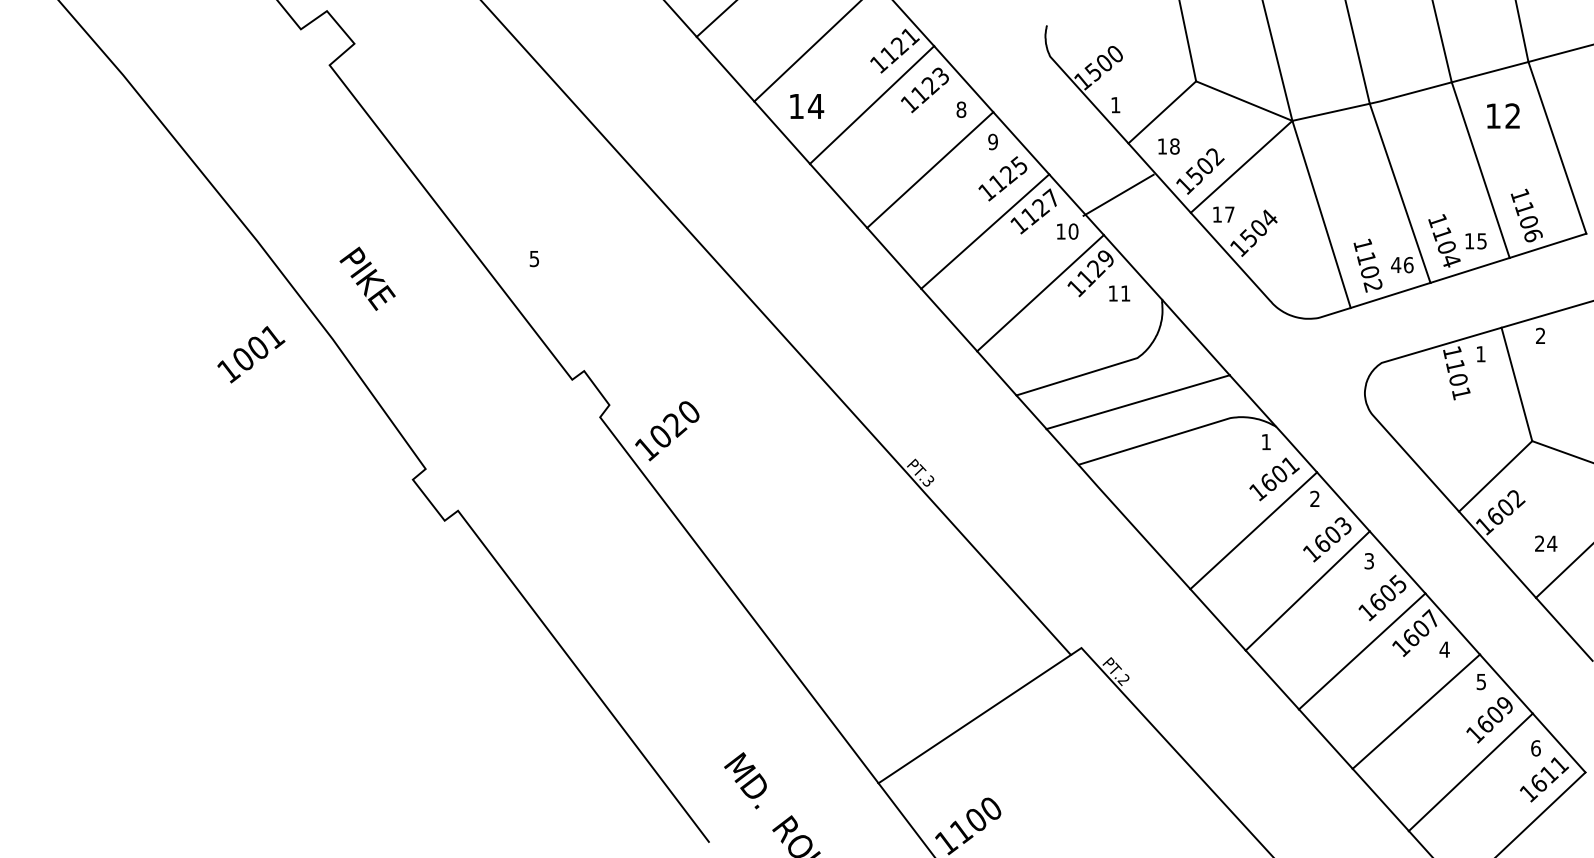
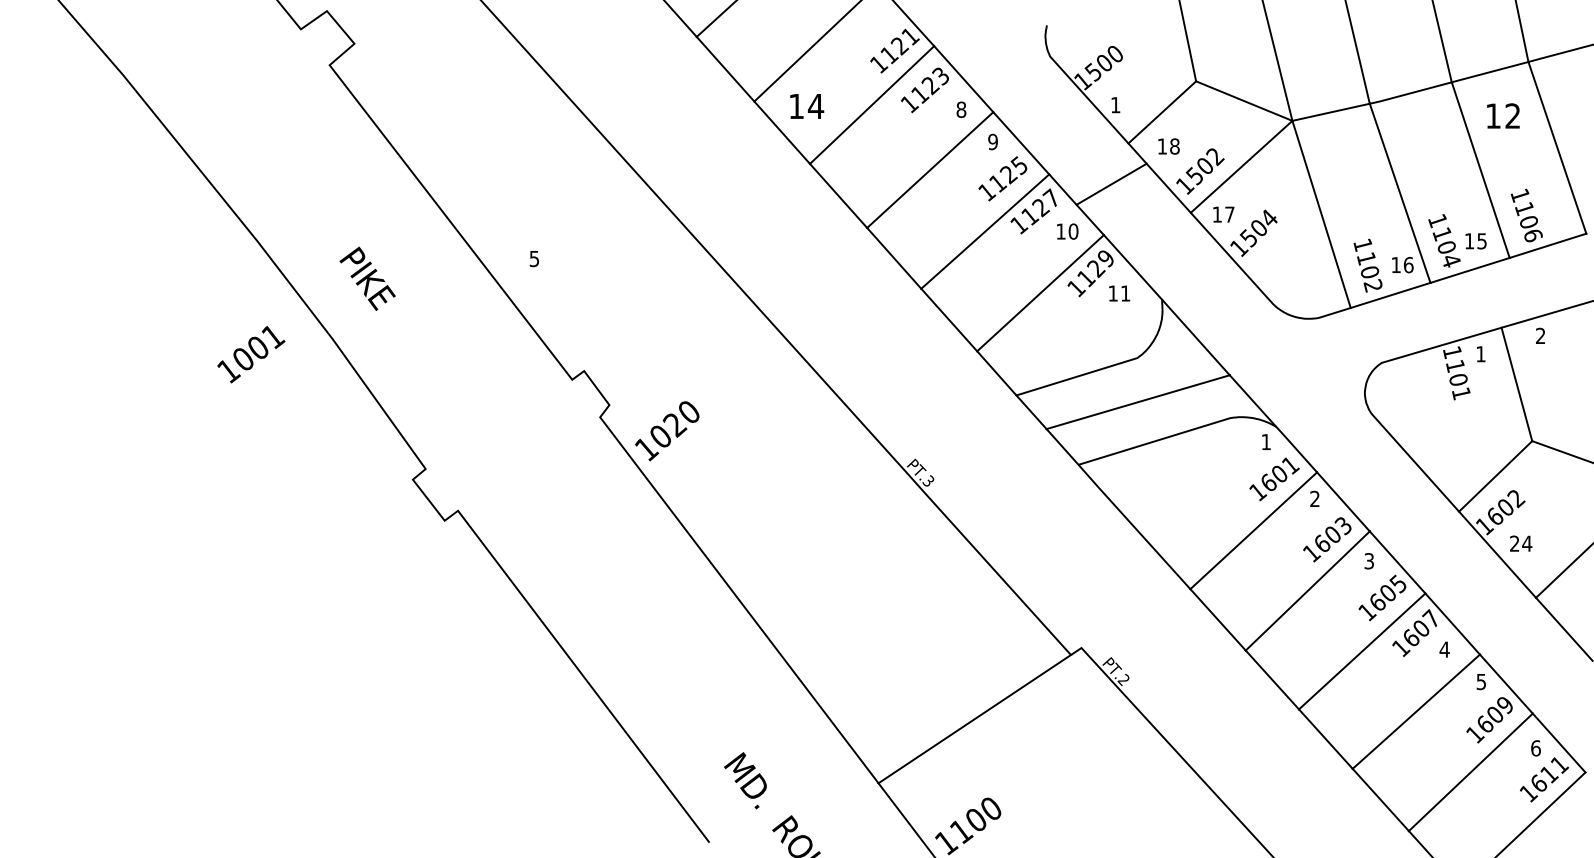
line at (1118, 194) position: (1118, 194) -> (1111, 183)
text at (1396, 264): 46 -> 16
text at (1546, 543) position: (1546, 543) -> (1521, 543)
